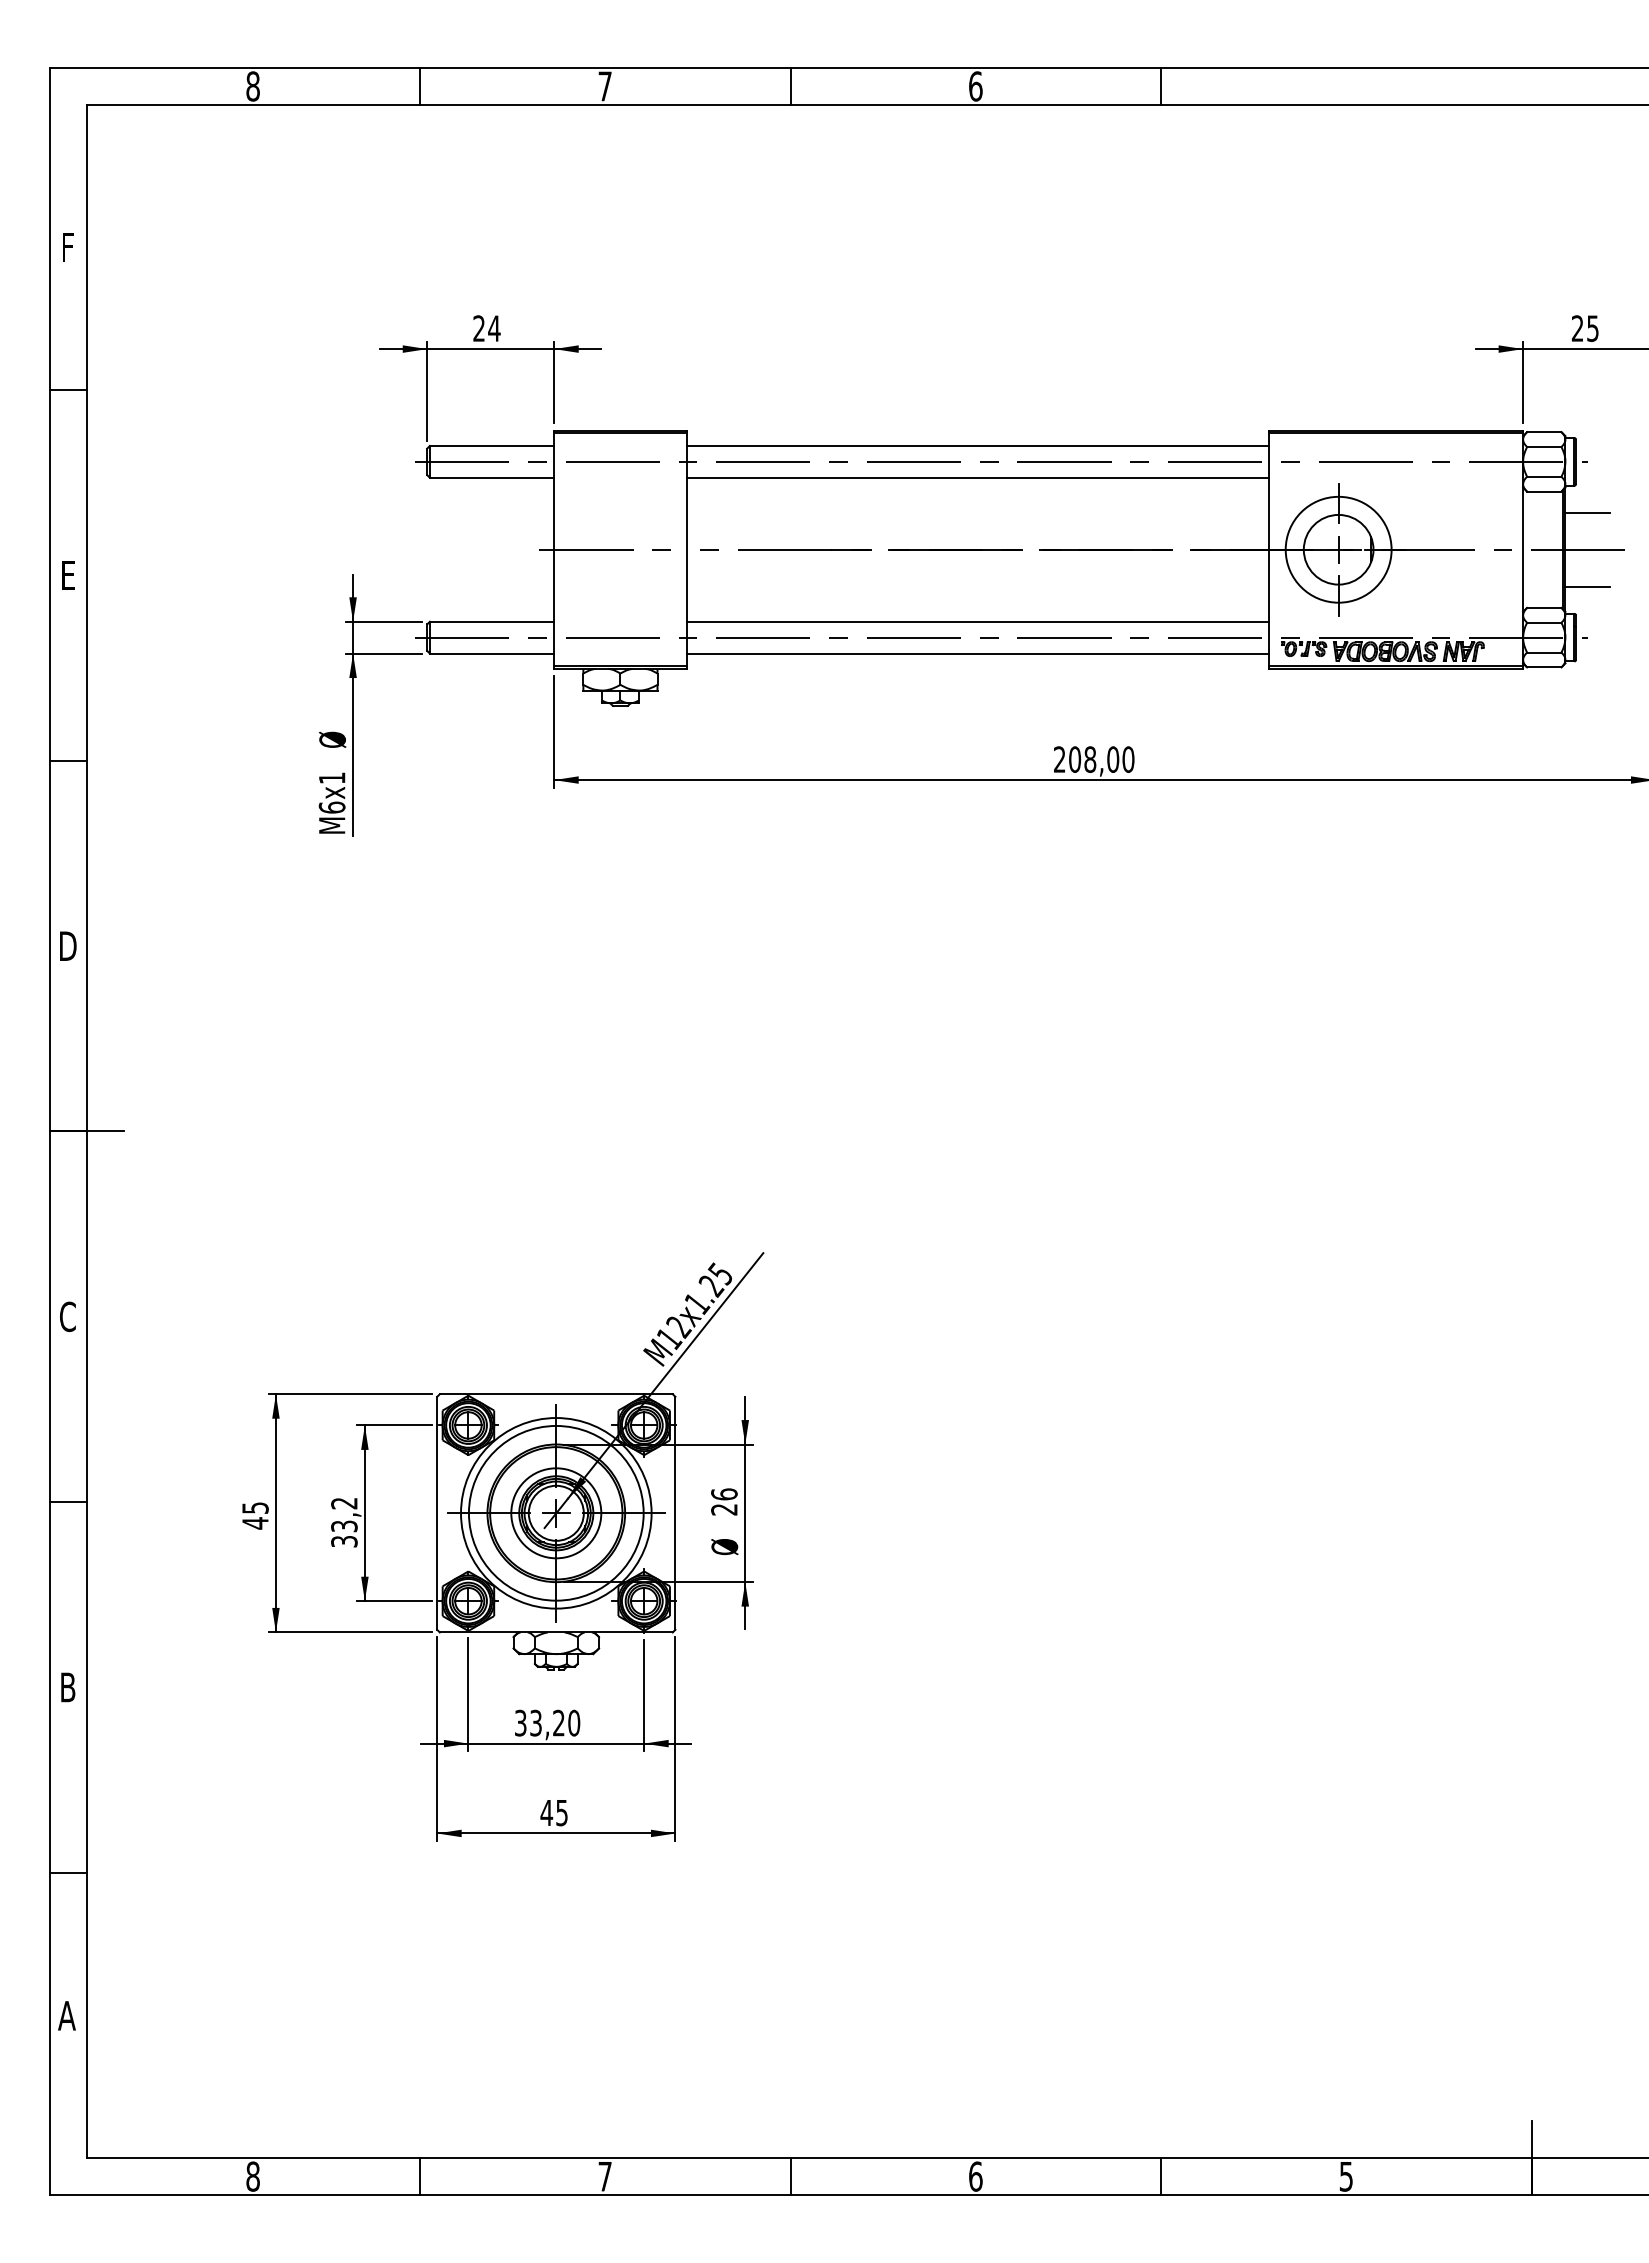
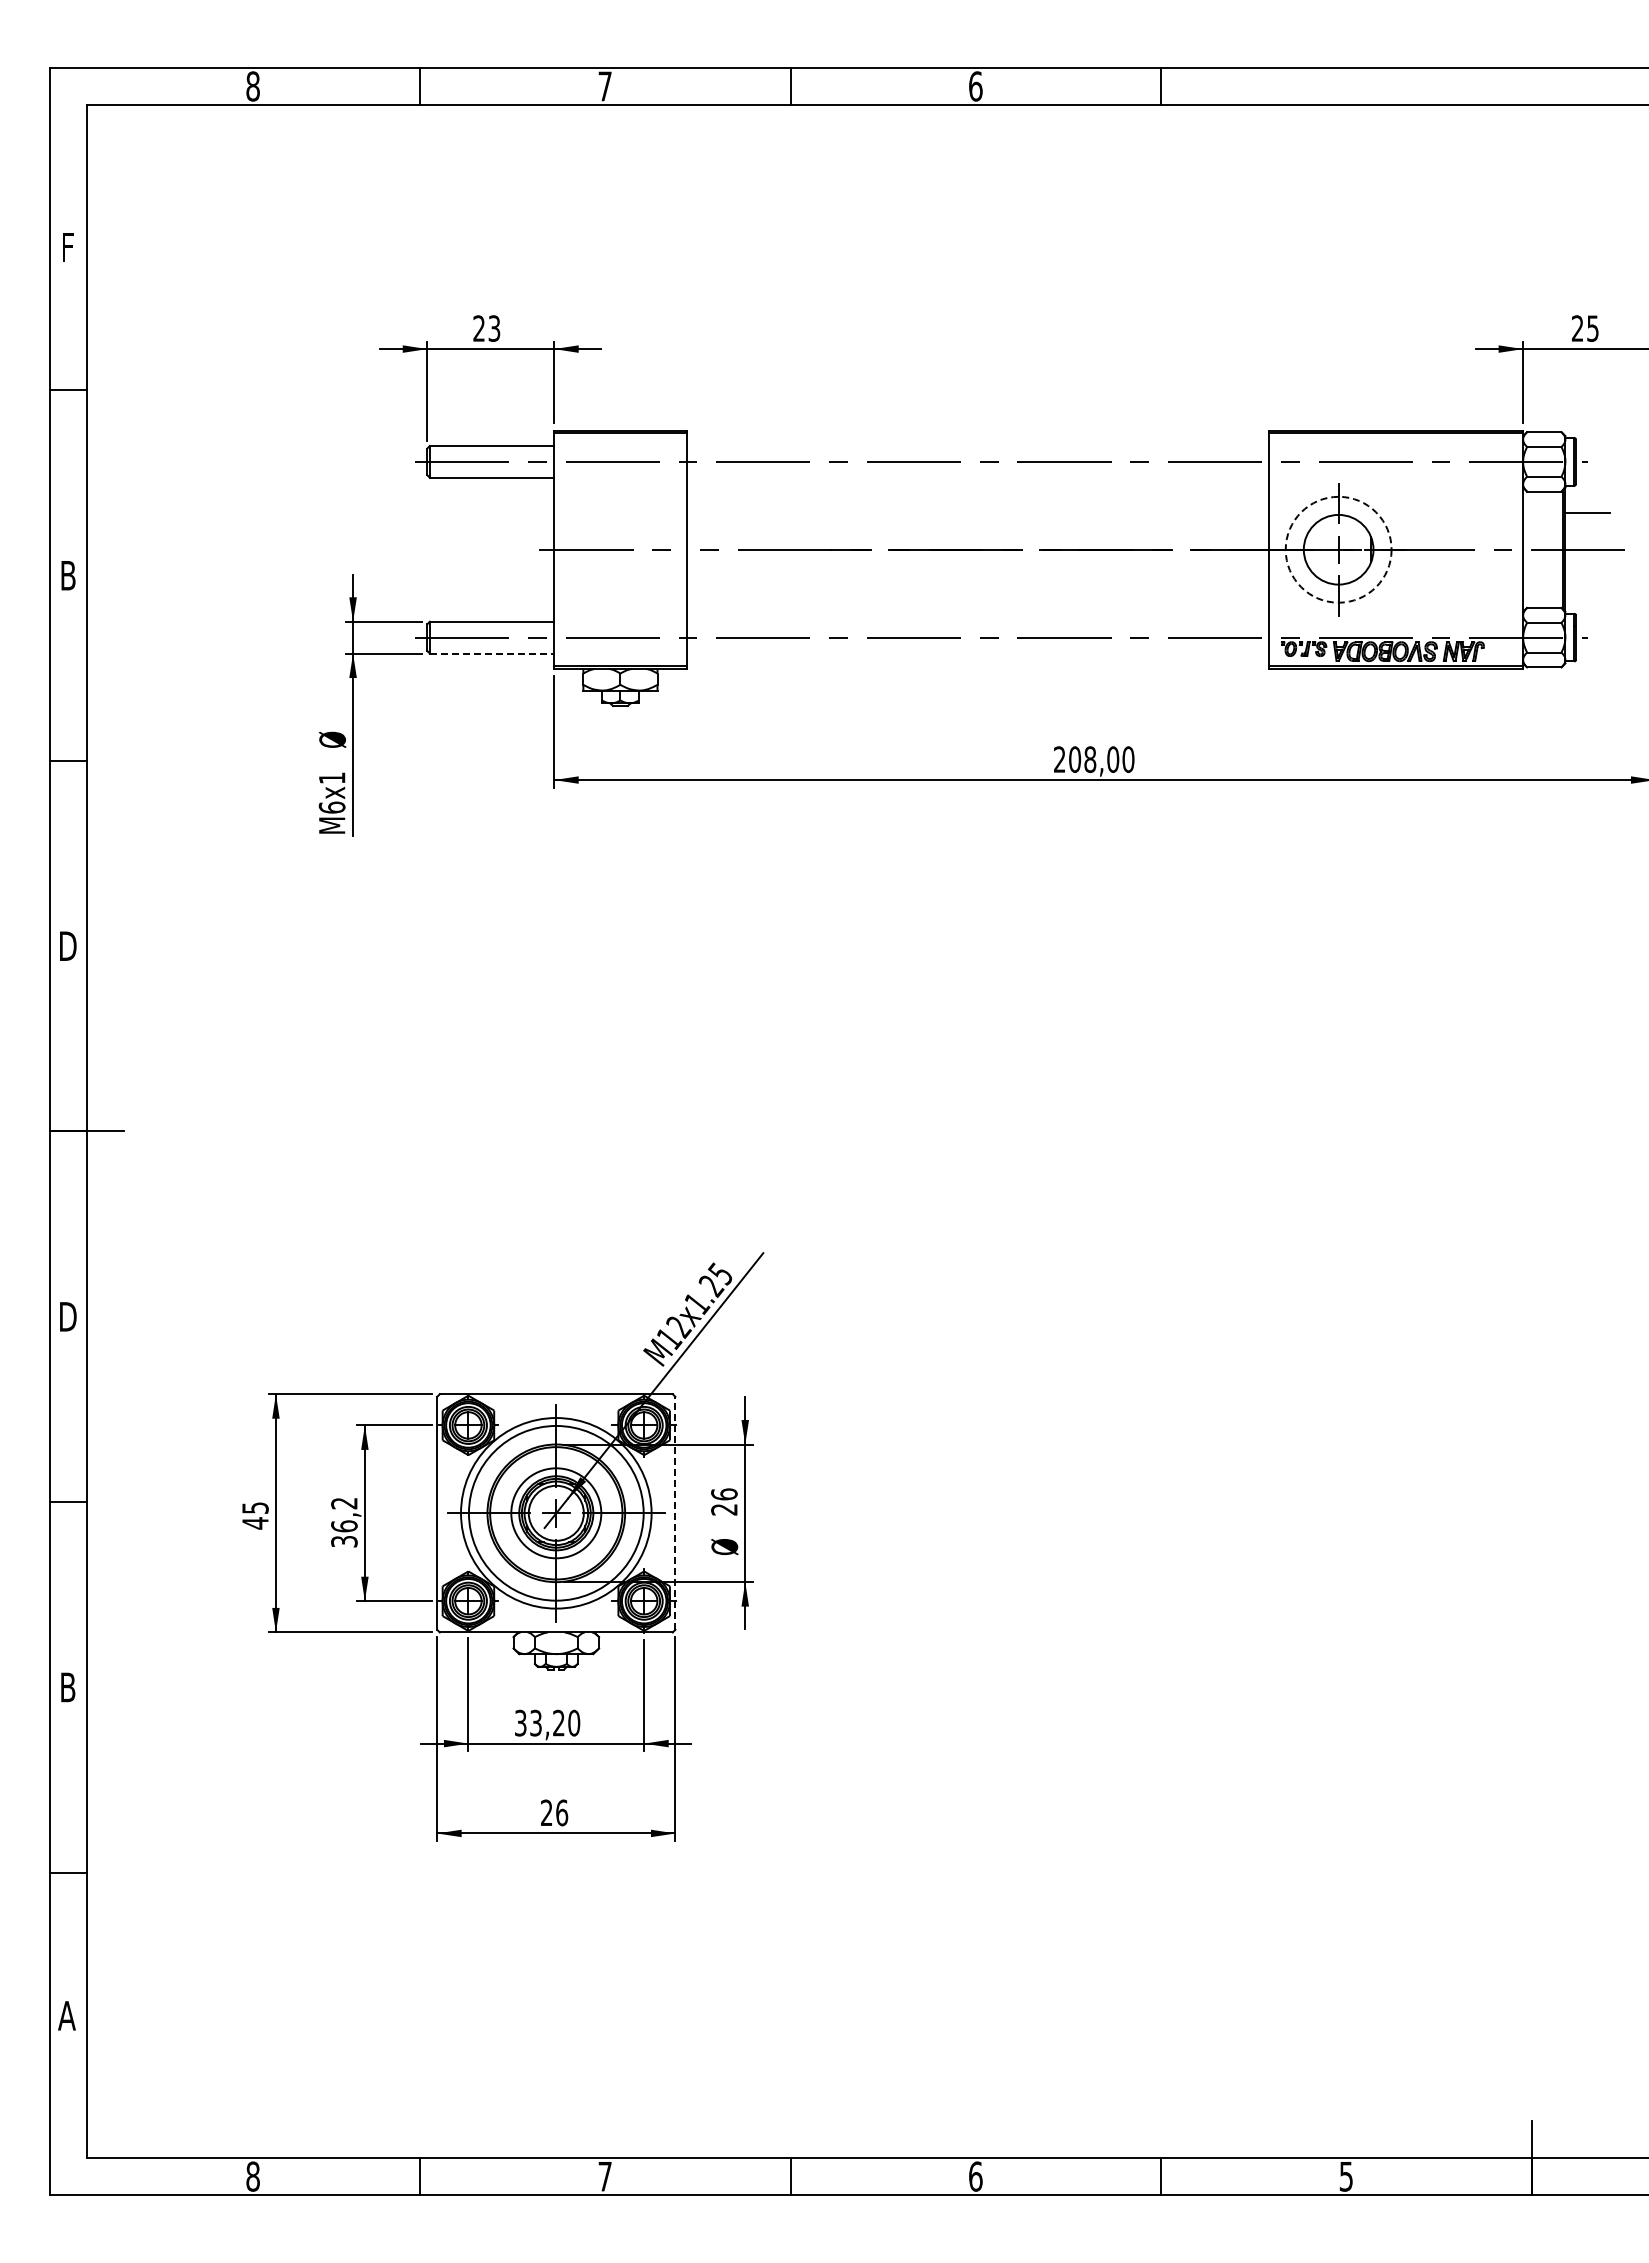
text at (494, 328): 24 -> 23
line at (977, 446): present -> none
line at (977, 477): present -> none
circle at (1338, 549): solid -> dashed
text at (68, 575): E -> B
line at (1587, 586): present -> none
line at (977, 621): present -> none
line at (492, 653): solid -> dashed
line at (977, 653): present -> none
text at (68, 1316): C -> D
line at (675, 1512): solid -> dashed
text at (344, 1526): 33,2 -> 36,2
text at (554, 1812): 45 -> 26
